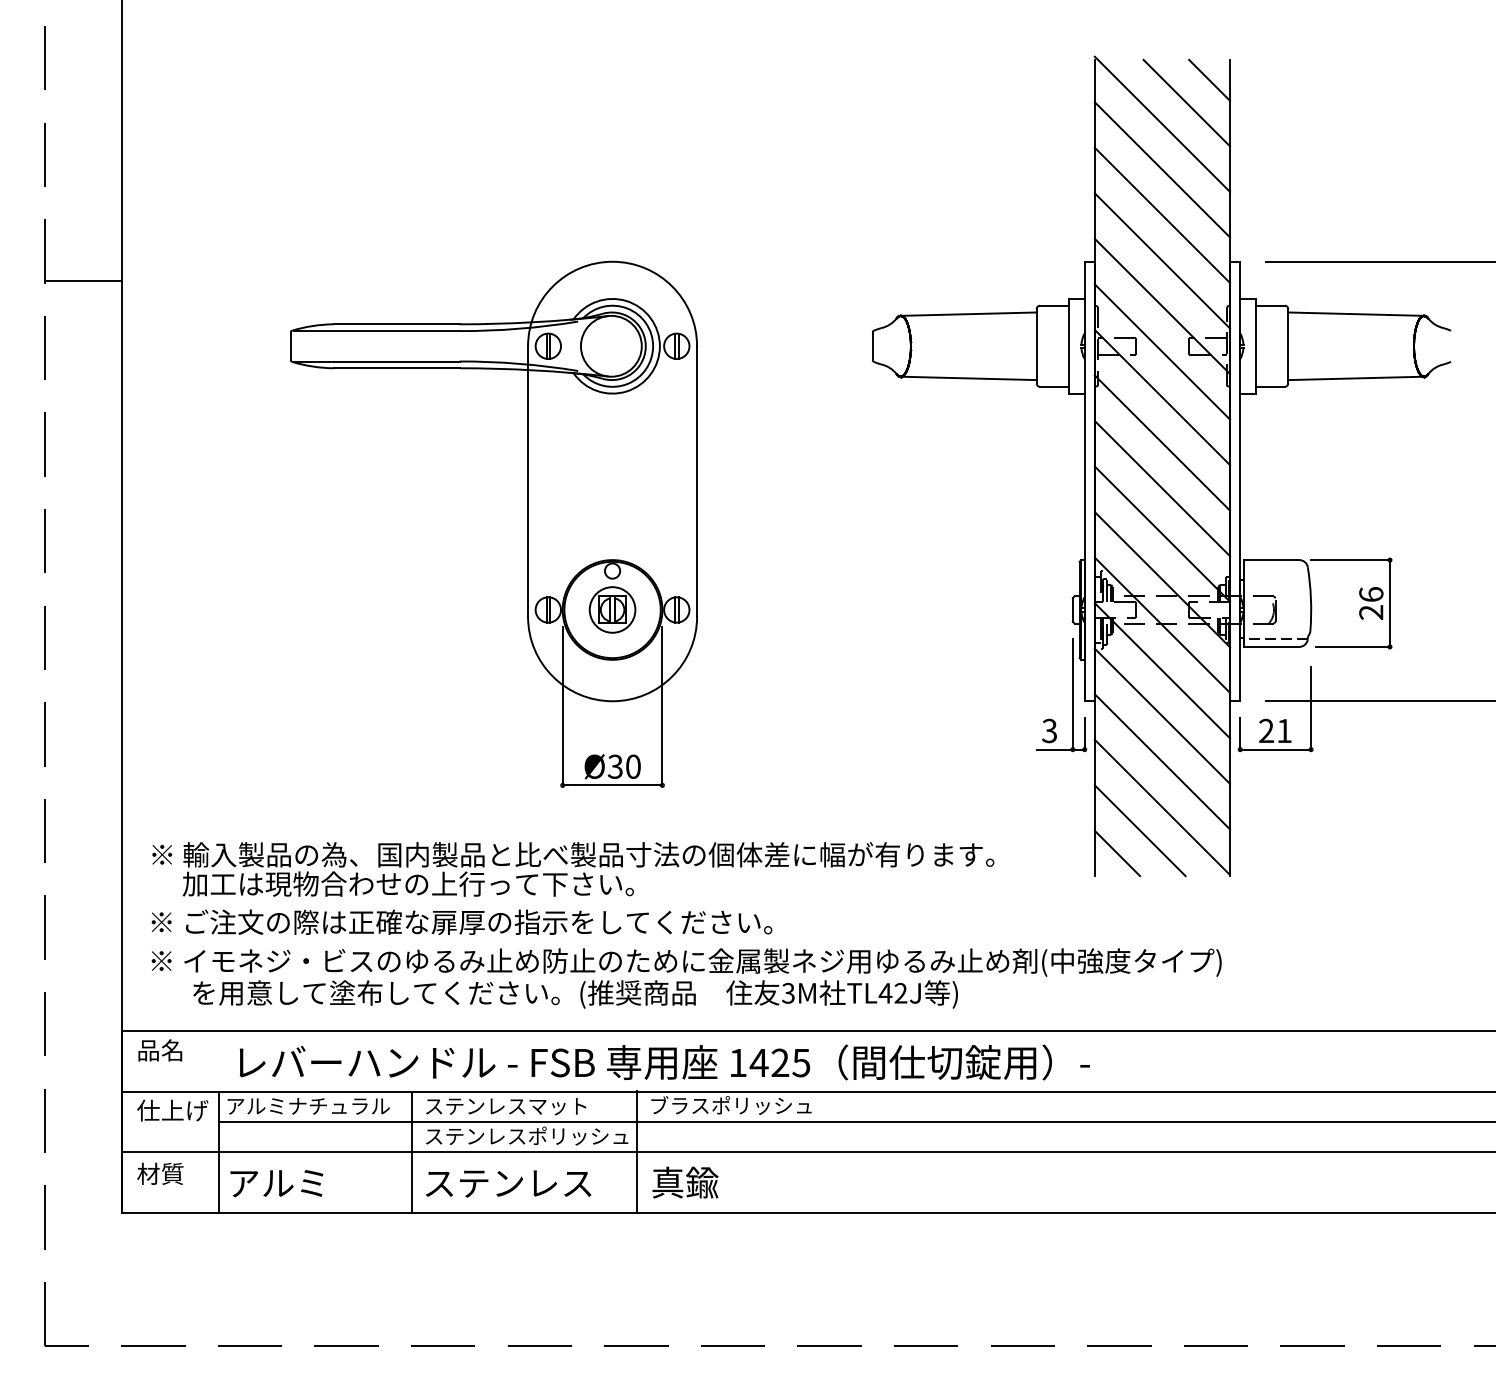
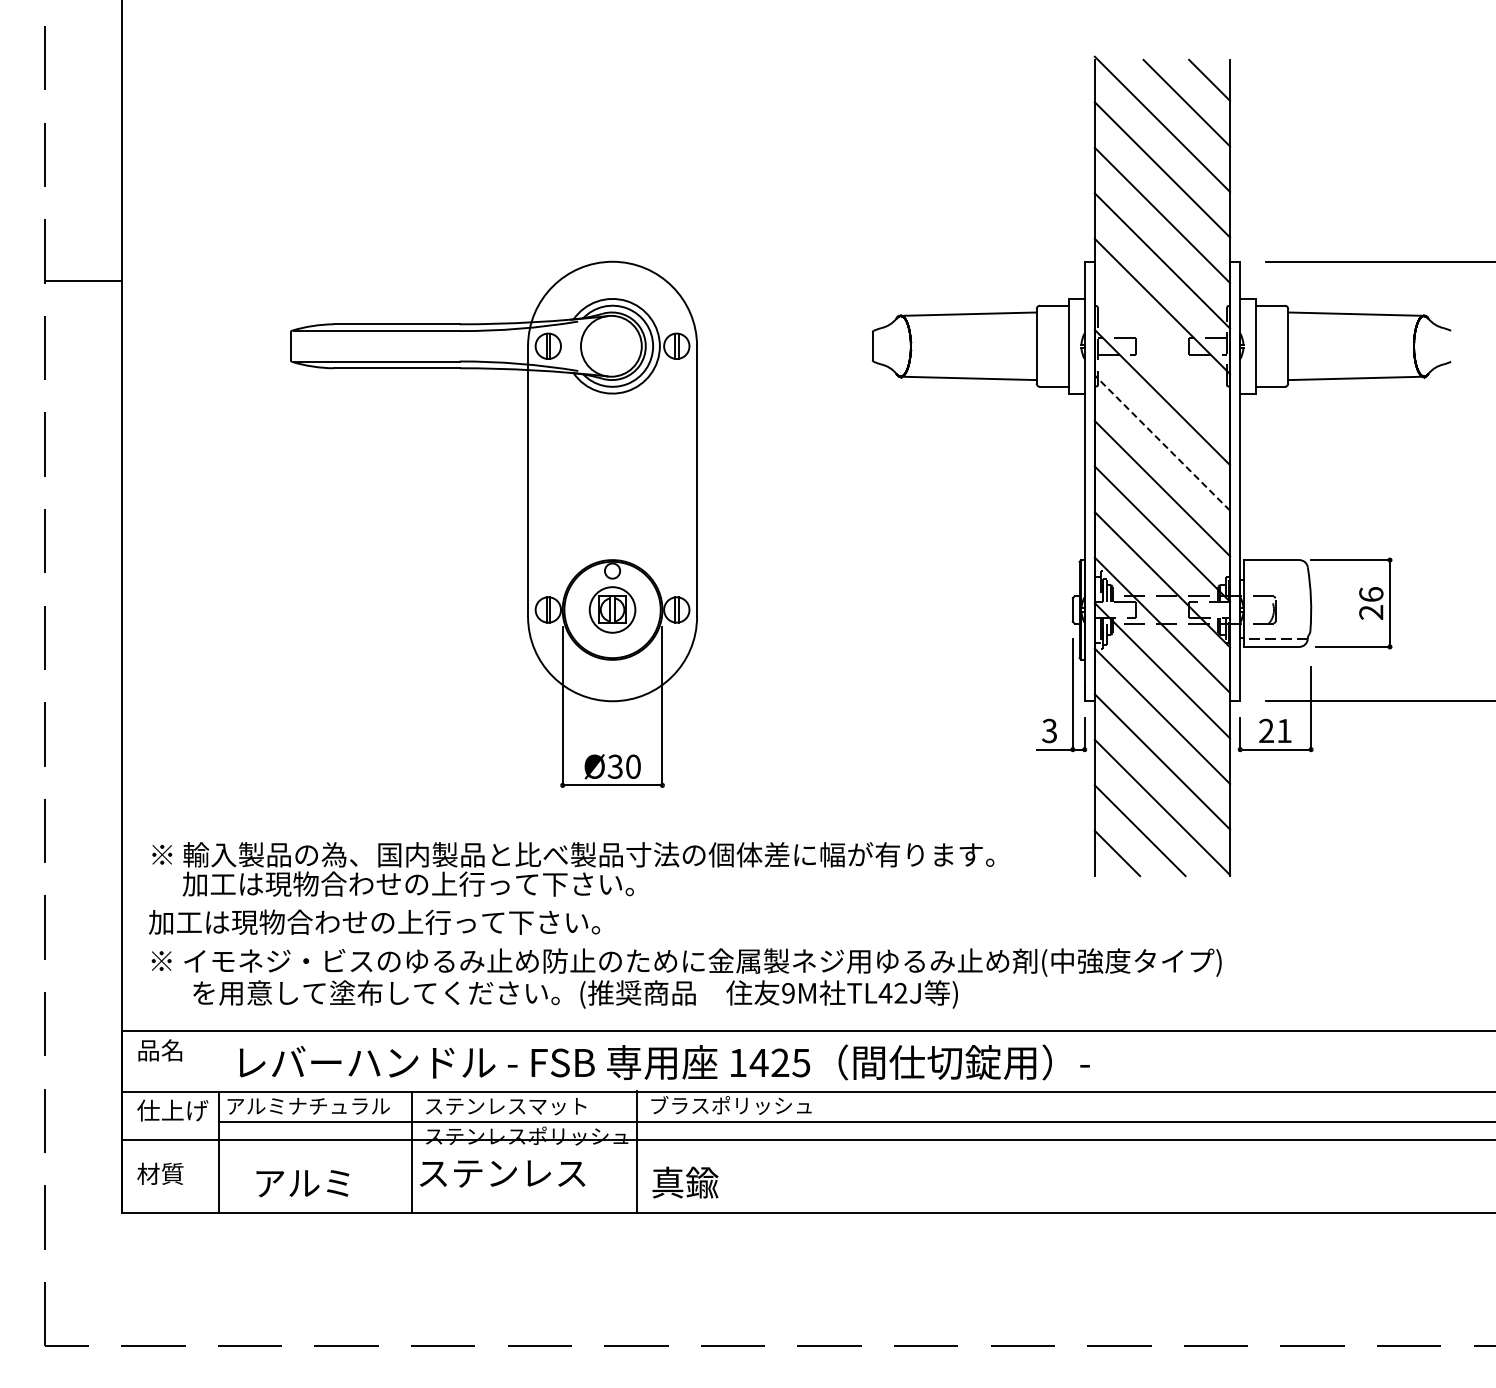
line at (1162, 351): present -> none
line at (1162, 443): solid -> dashed
text at (460, 922): ※ ご注文の際は正確な扉厚の指示をしてください。 -> 加工は現物合わせの上行って下さい。
text at (788, 993): 3M -> 9M
line at (807, 1152) position: (807, 1152) -> (807, 1140)
text at (276, 1183) position: (276, 1183) -> (302, 1183)
text at (508, 1183) position: (508, 1183) -> (502, 1173)
